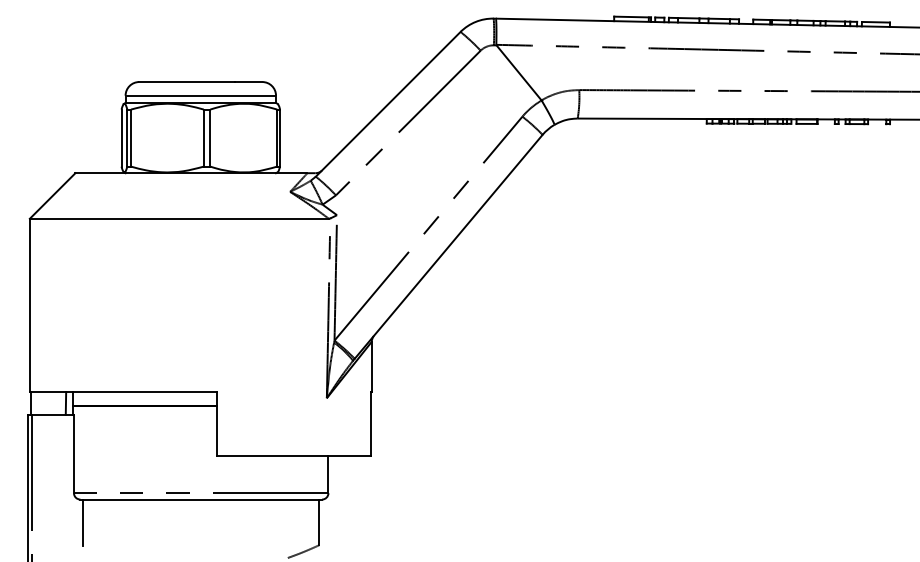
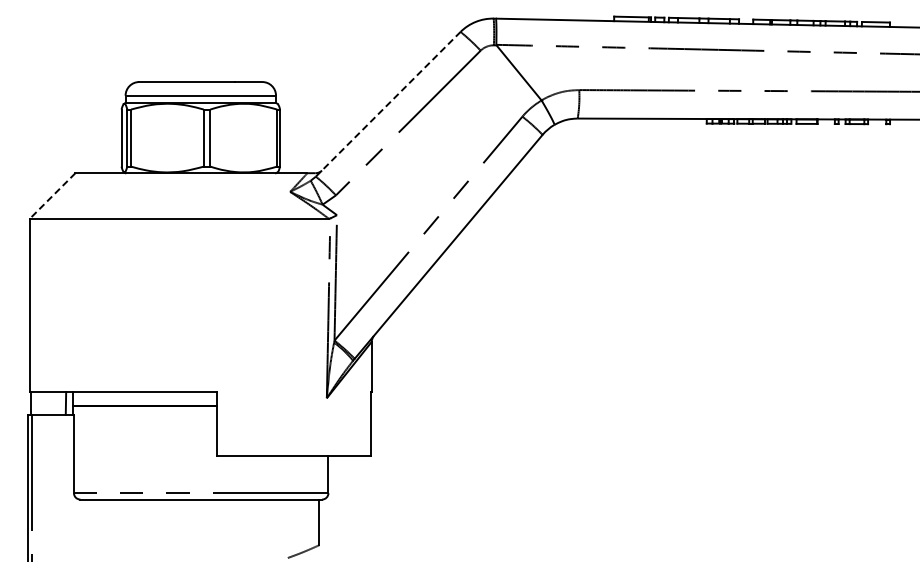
line at (388, 103): solid -> dashed
line at (52, 196): solid -> dashed
line at (83, 522): present -> none
